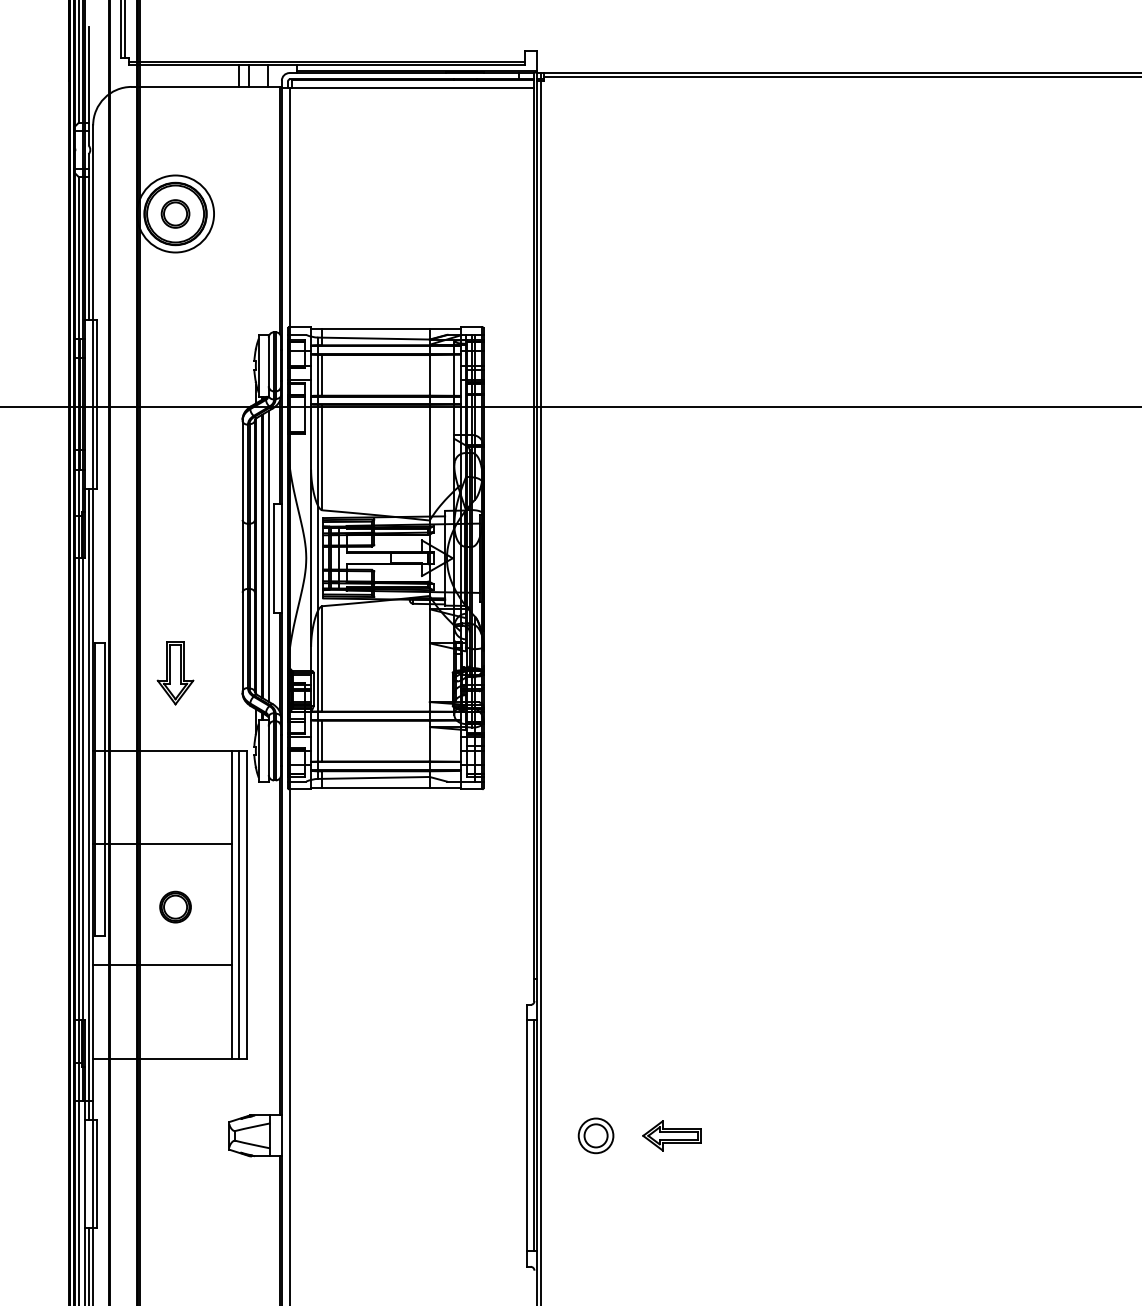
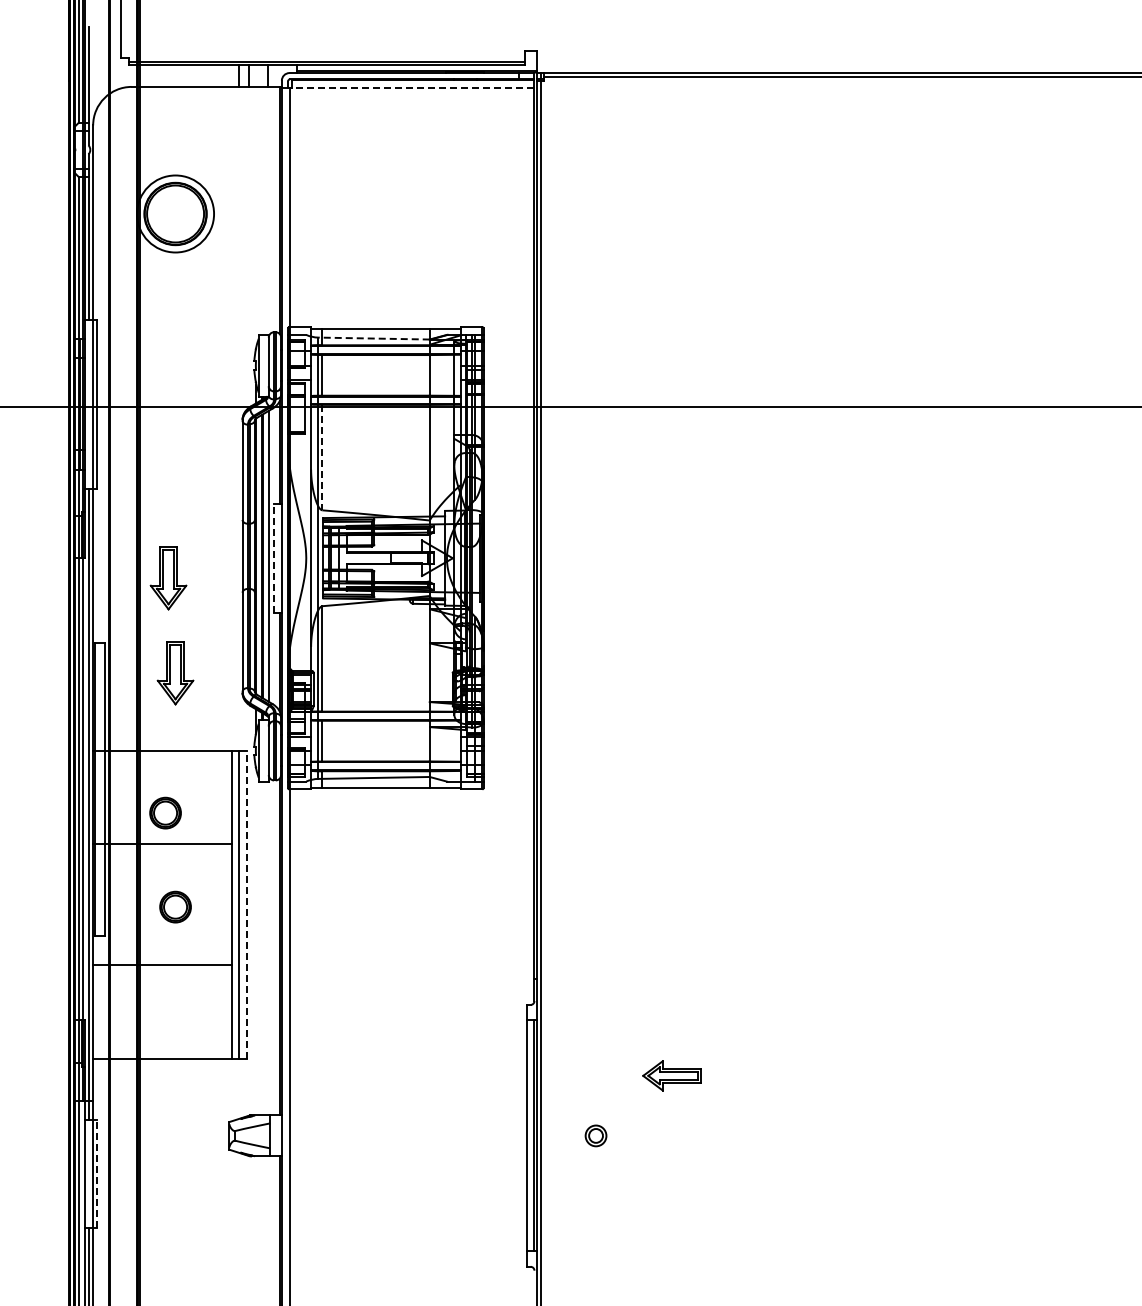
line at (124, 29): present -> none
line at (412, 87): solid -> dashed
part at (175, 213): present -> none
line at (374, 338): solid -> dashed
line at (322, 457): solid -> dashed
line at (274, 558): solid -> dashed
part at (168, 578): none -> present
part at (165, 812): none -> present
line at (247, 904): solid -> dashed
part at (595, 1135) size: 38x38 px -> 24x24 px
part at (671, 1135) position: (671, 1135) -> (671, 1075)
line at (97, 1174): solid -> dashed
